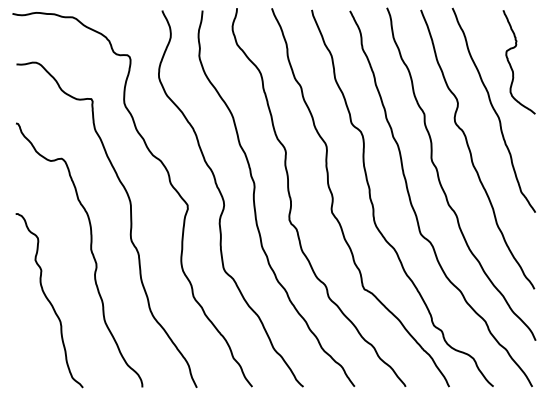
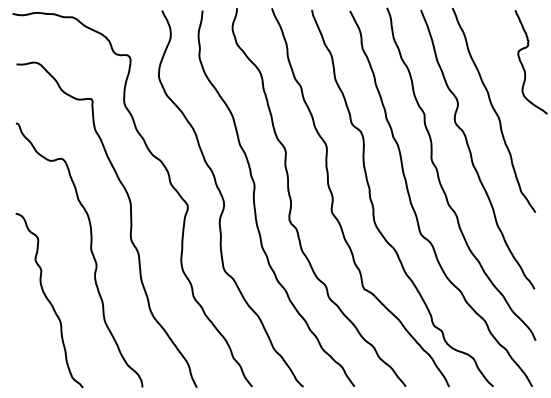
curve at (511, 65) position: (511, 65) -> (523, 65)
